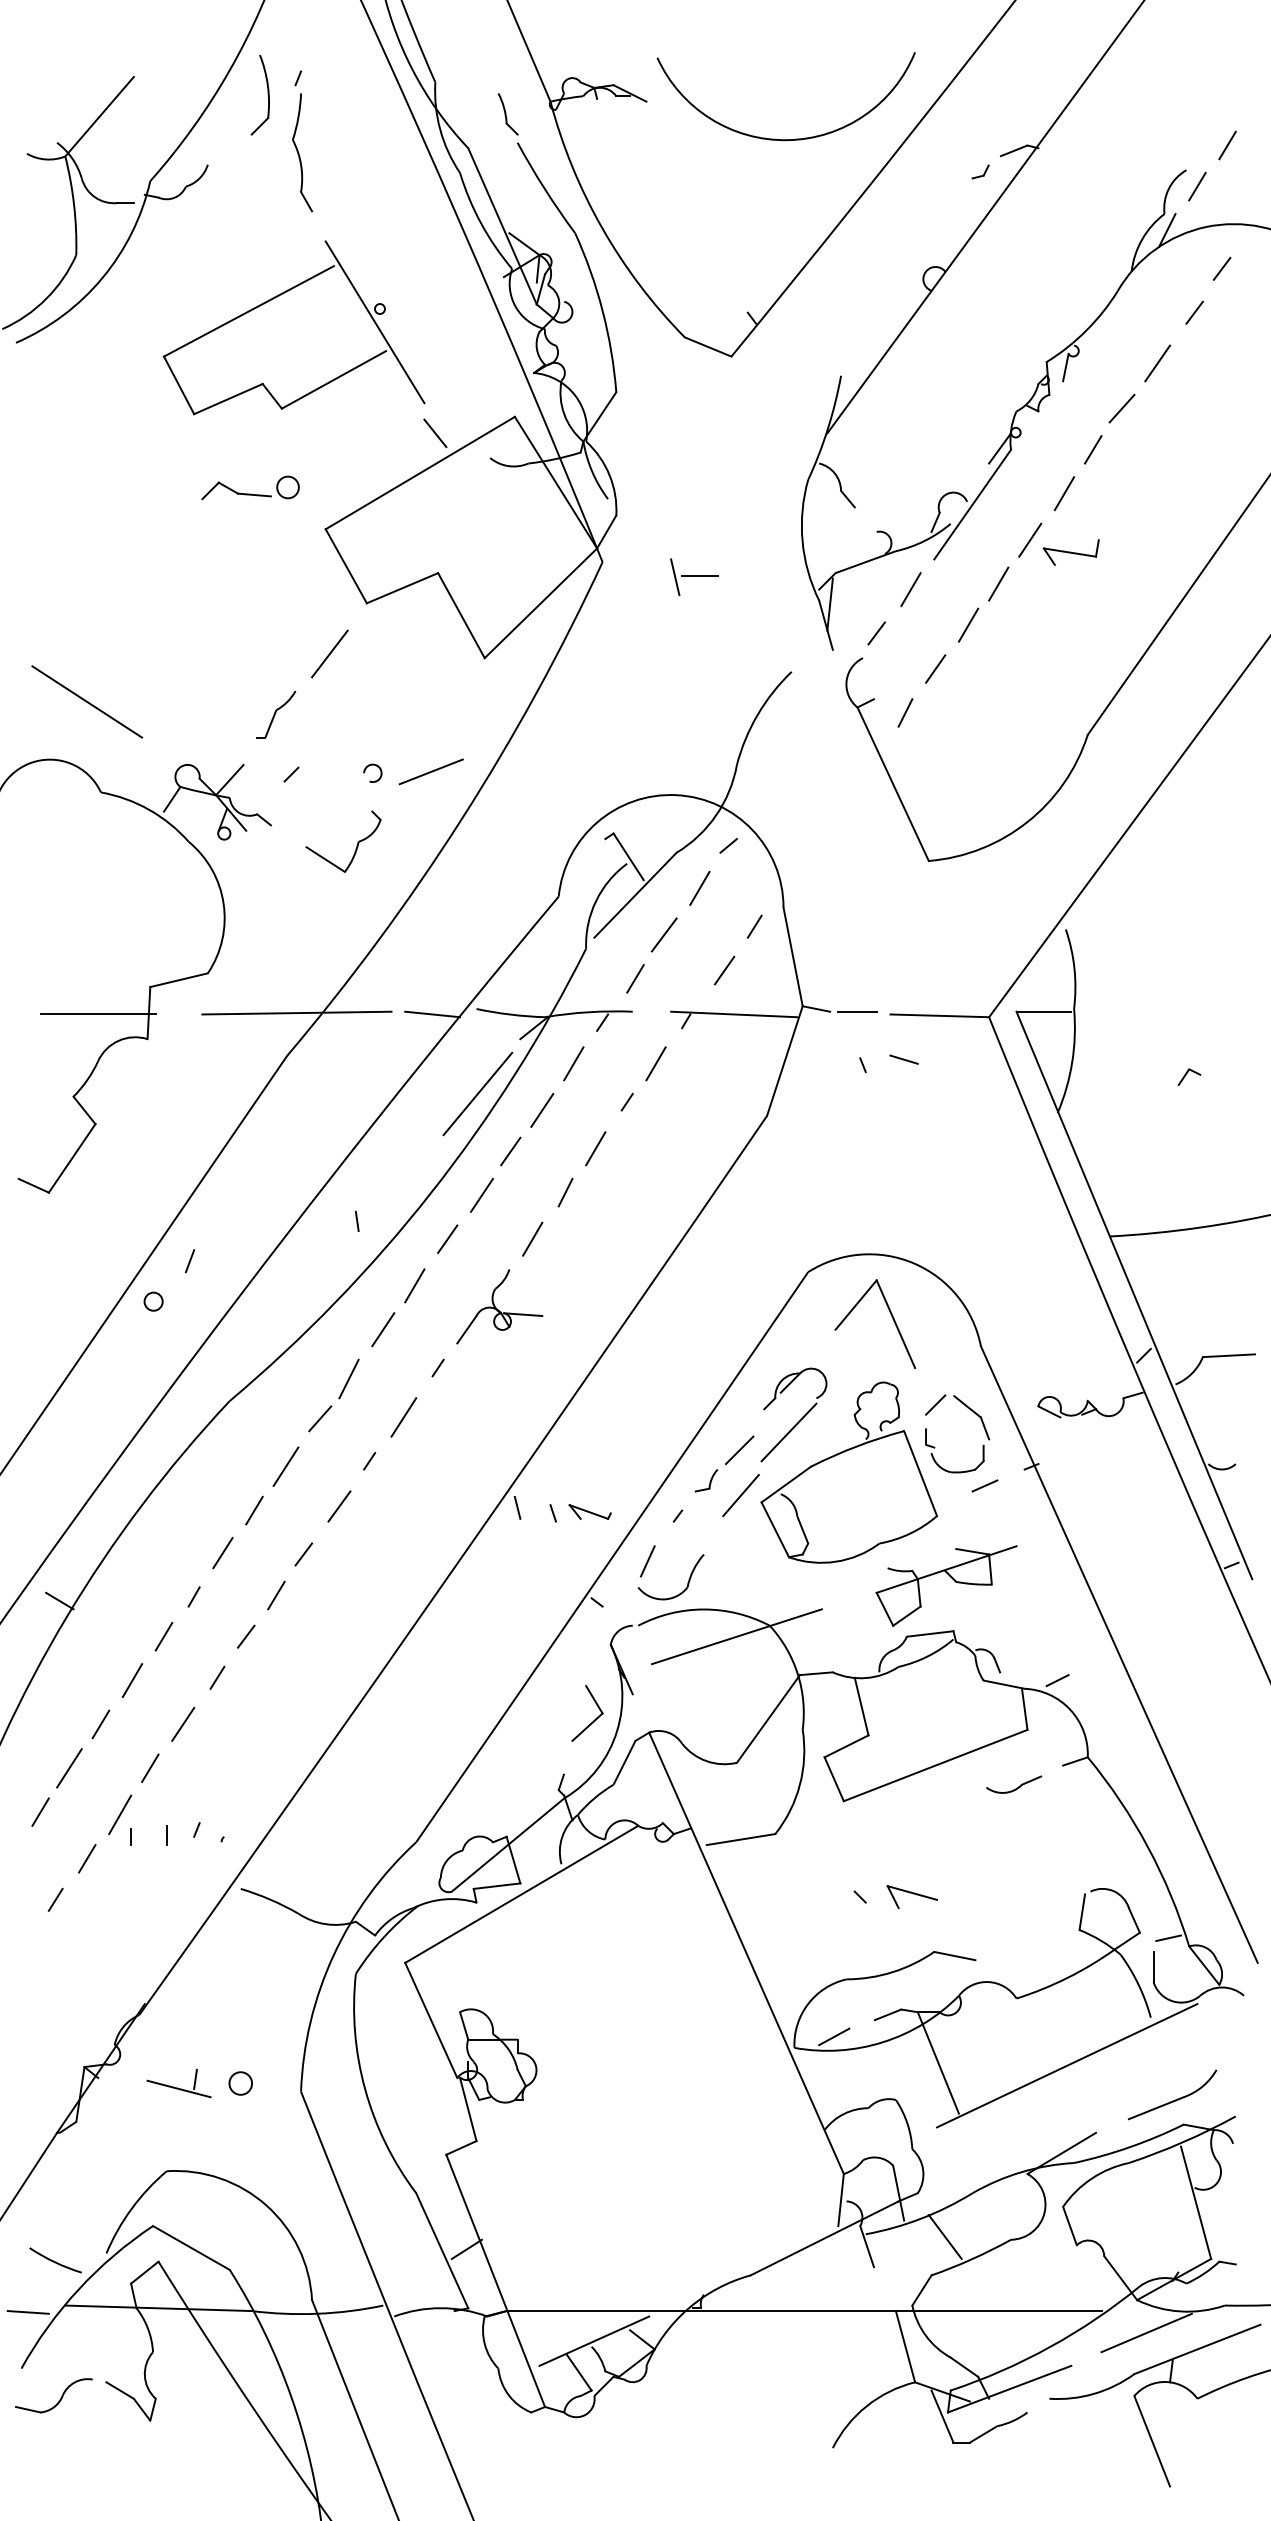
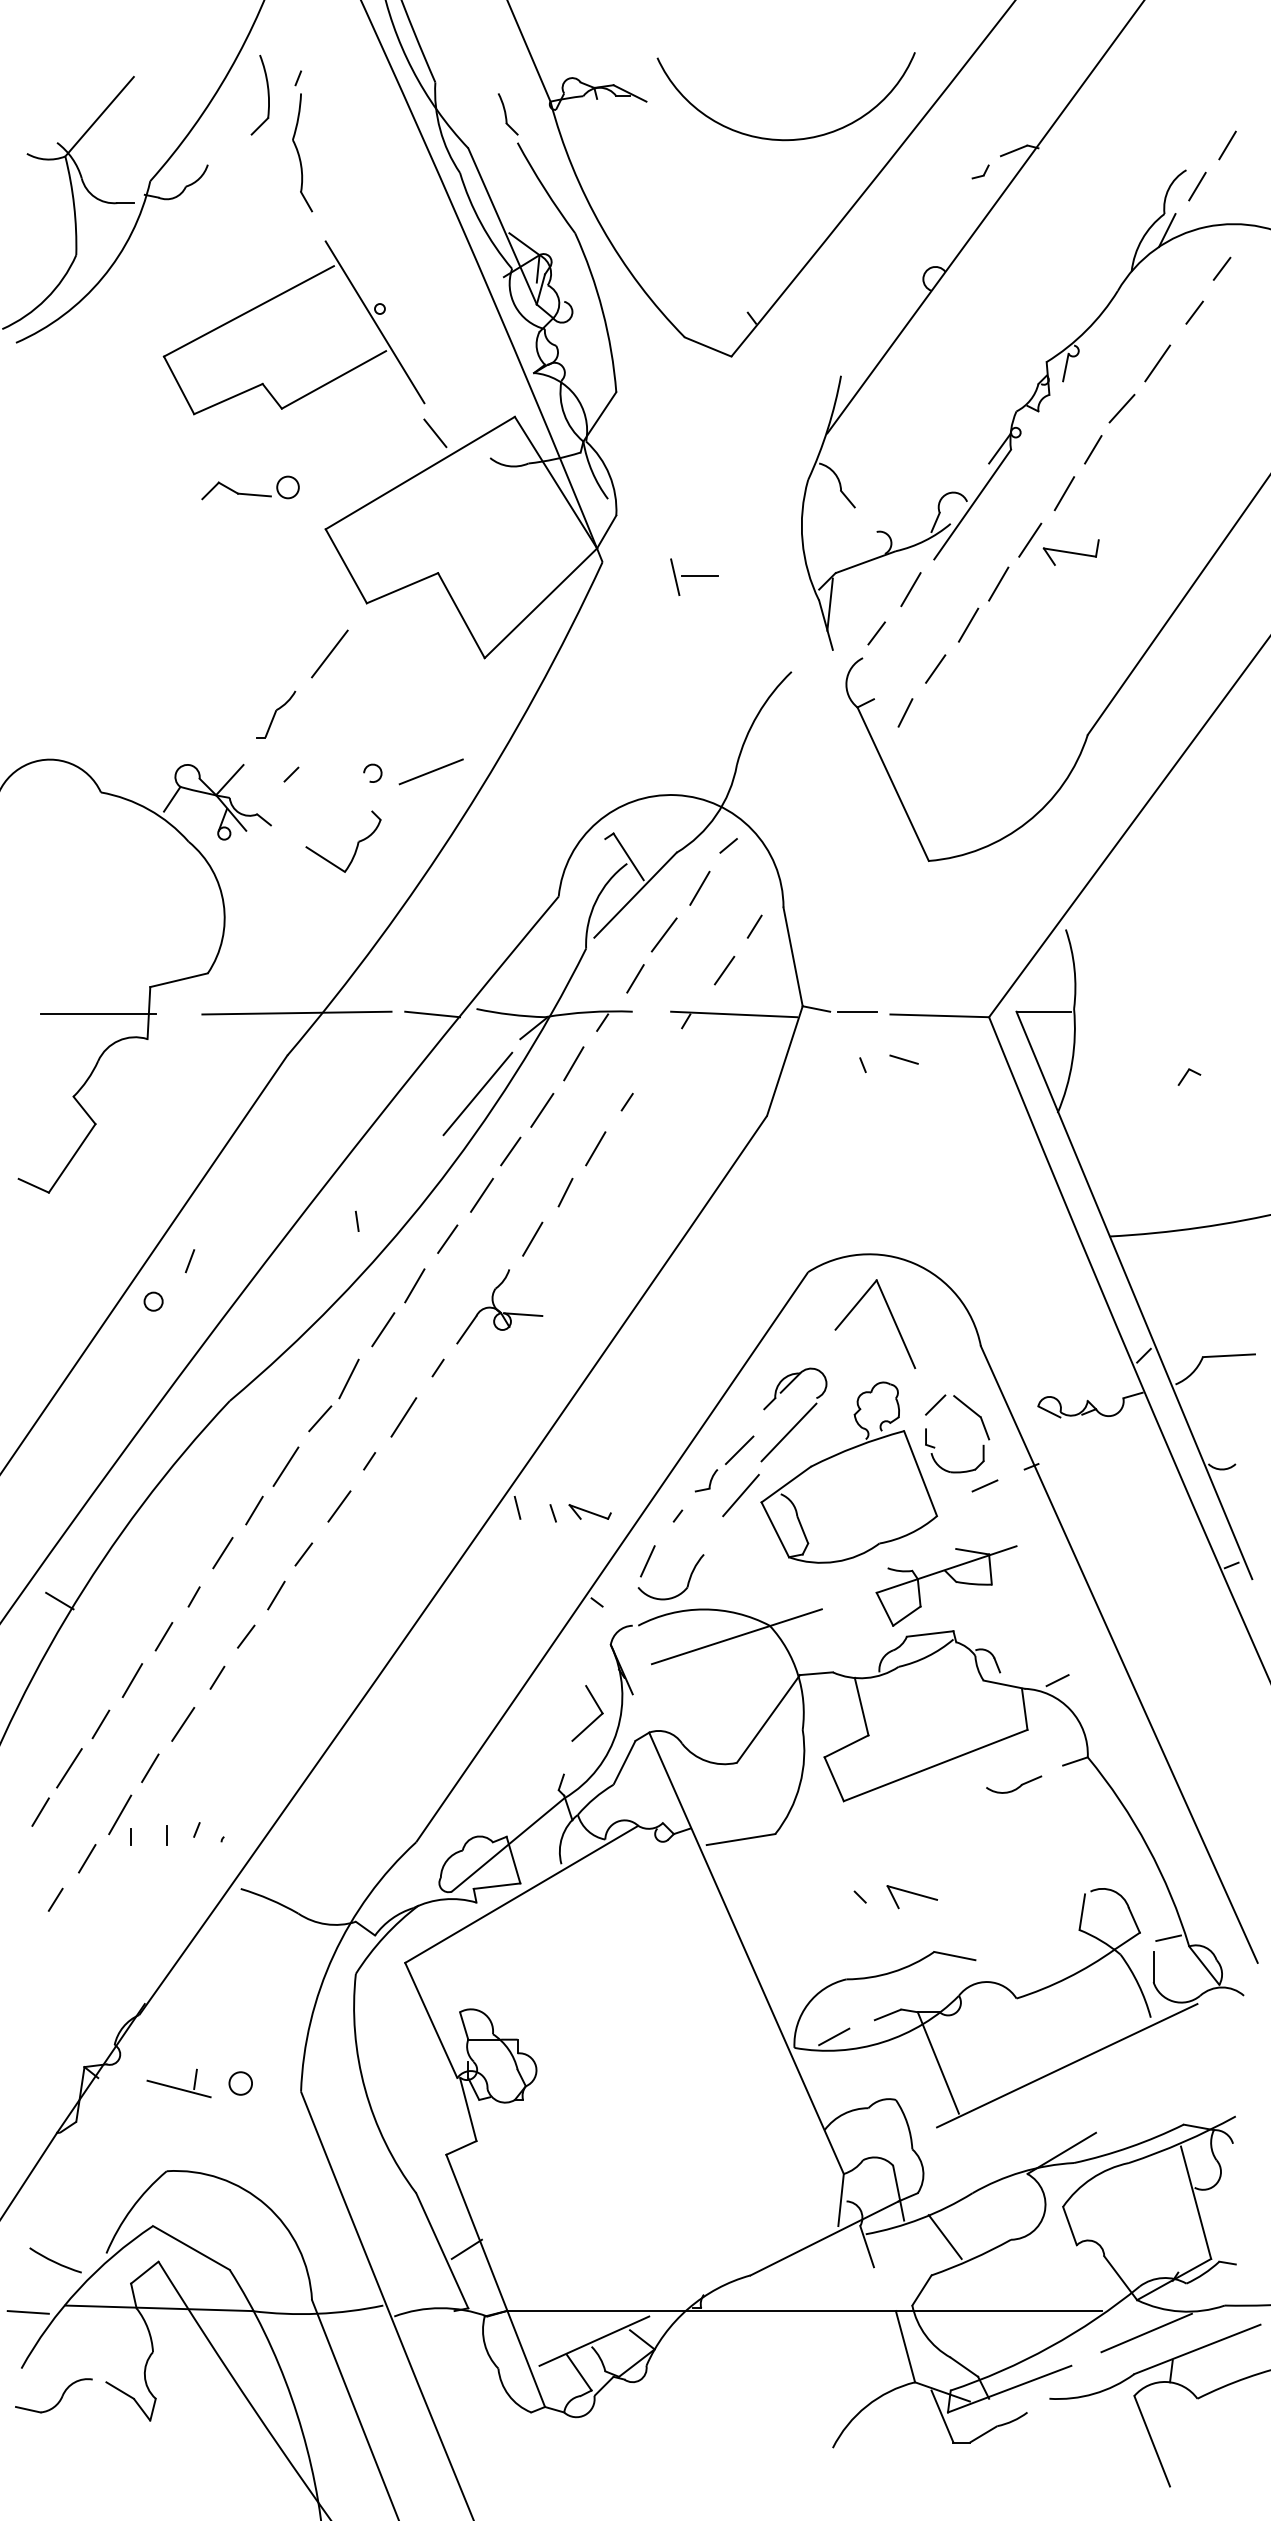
line at (87, 701): present -> none
line at (655, 1063): present -> none
part at (1172, 2094): present -> none
